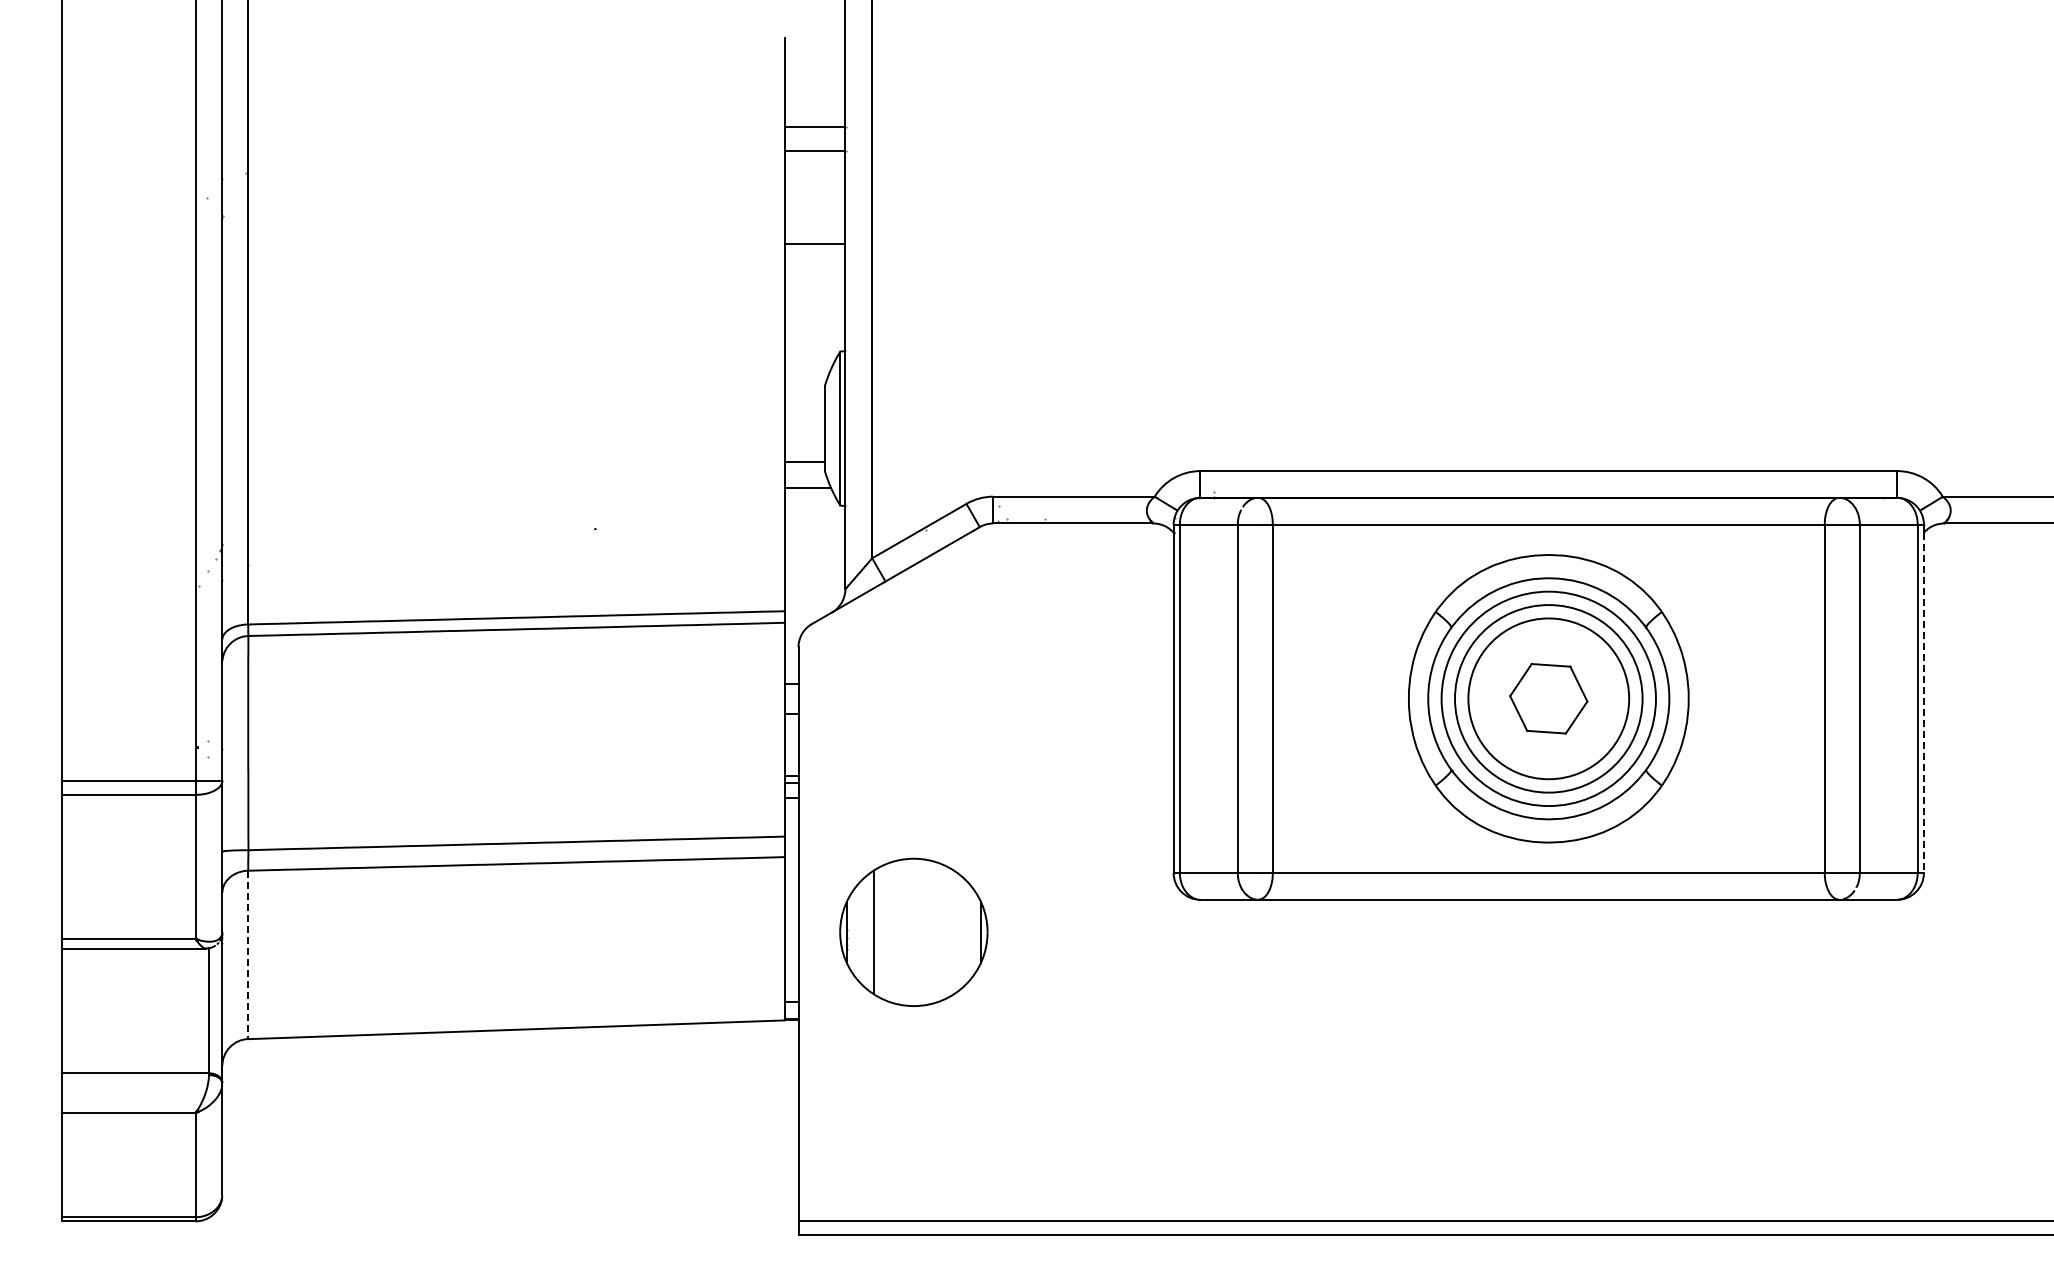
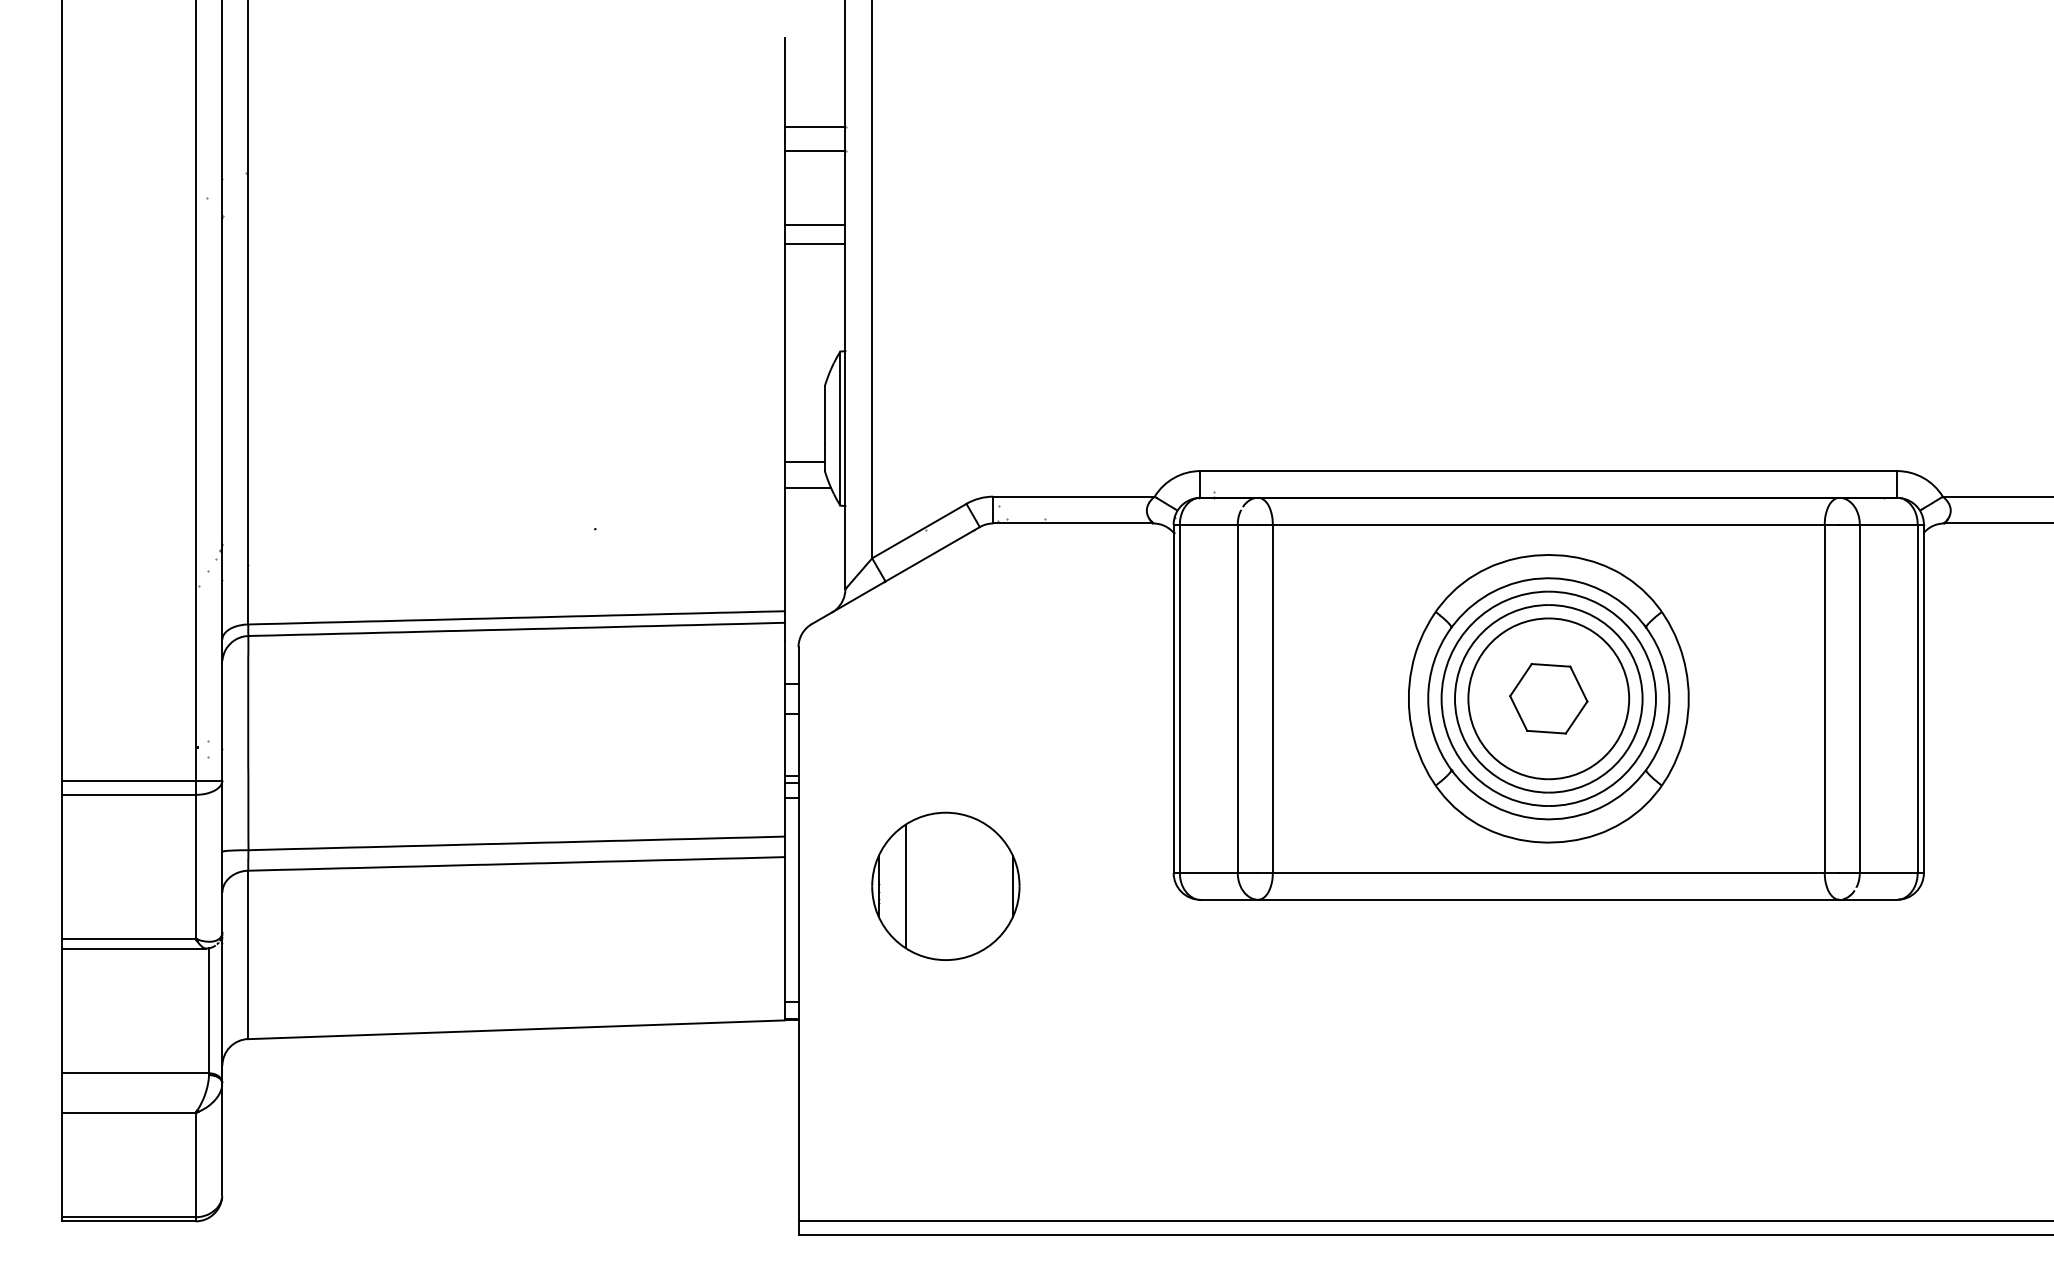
line at (815, 224): none -> present
line at (1923, 703): dashed -> solid
part at (913, 931) position: (913, 931) -> (945, 885)
line at (248, 955): dashed -> solid
